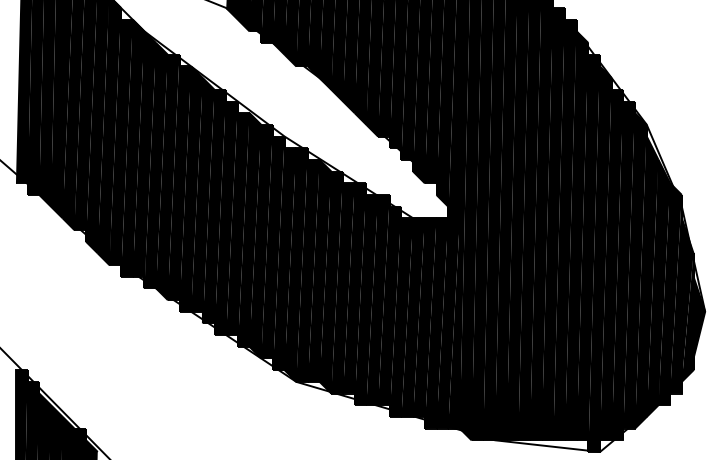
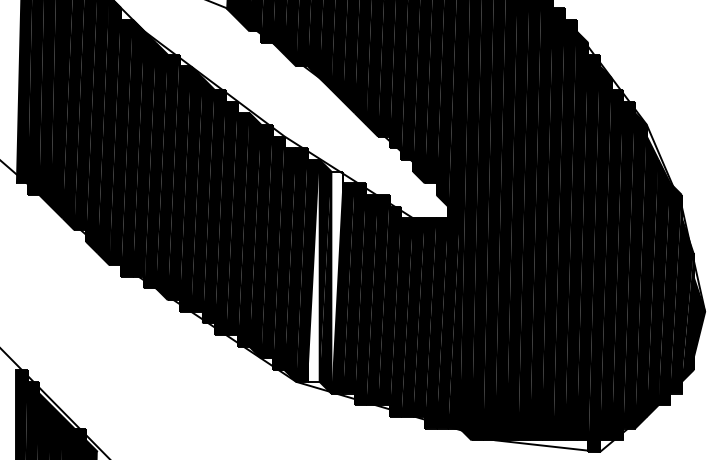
fill at (313, 270): present -> none
fill at (337, 282): present -> none
